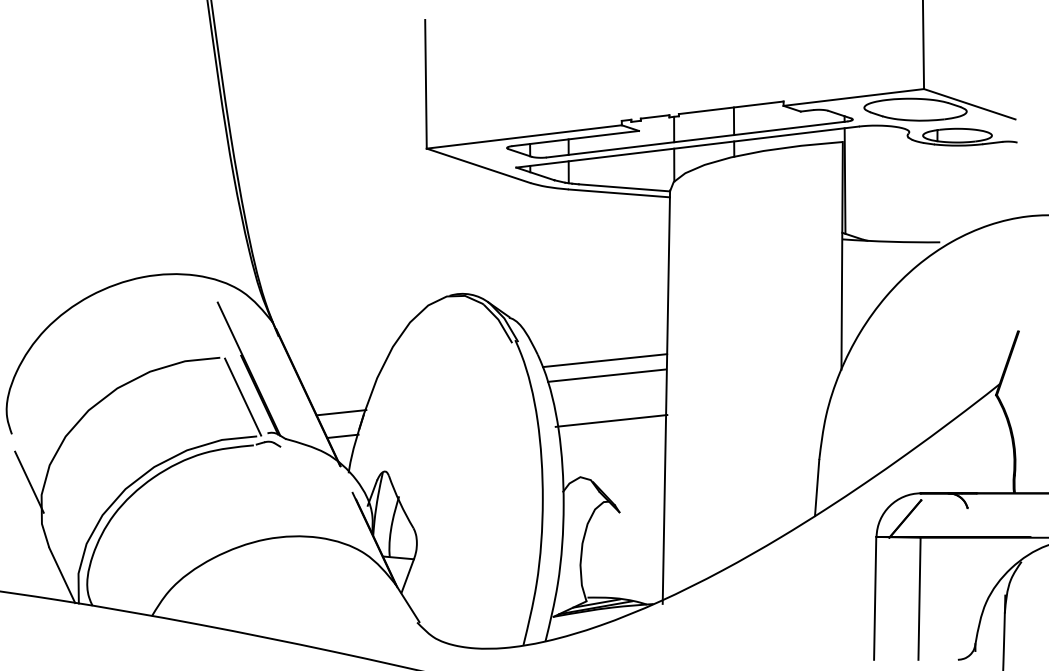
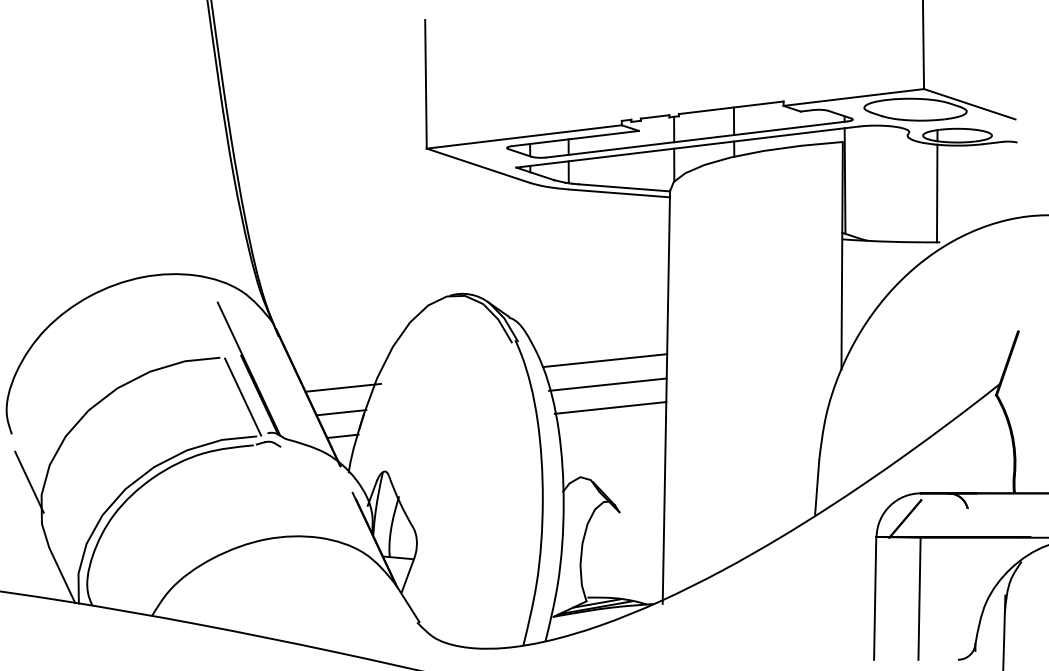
line at (936, 193): none -> present
line at (606, 375) position: (606, 375) -> (607, 384)
line at (342, 387): none -> present
line at (611, 420) position: (611, 420) -> (610, 407)
